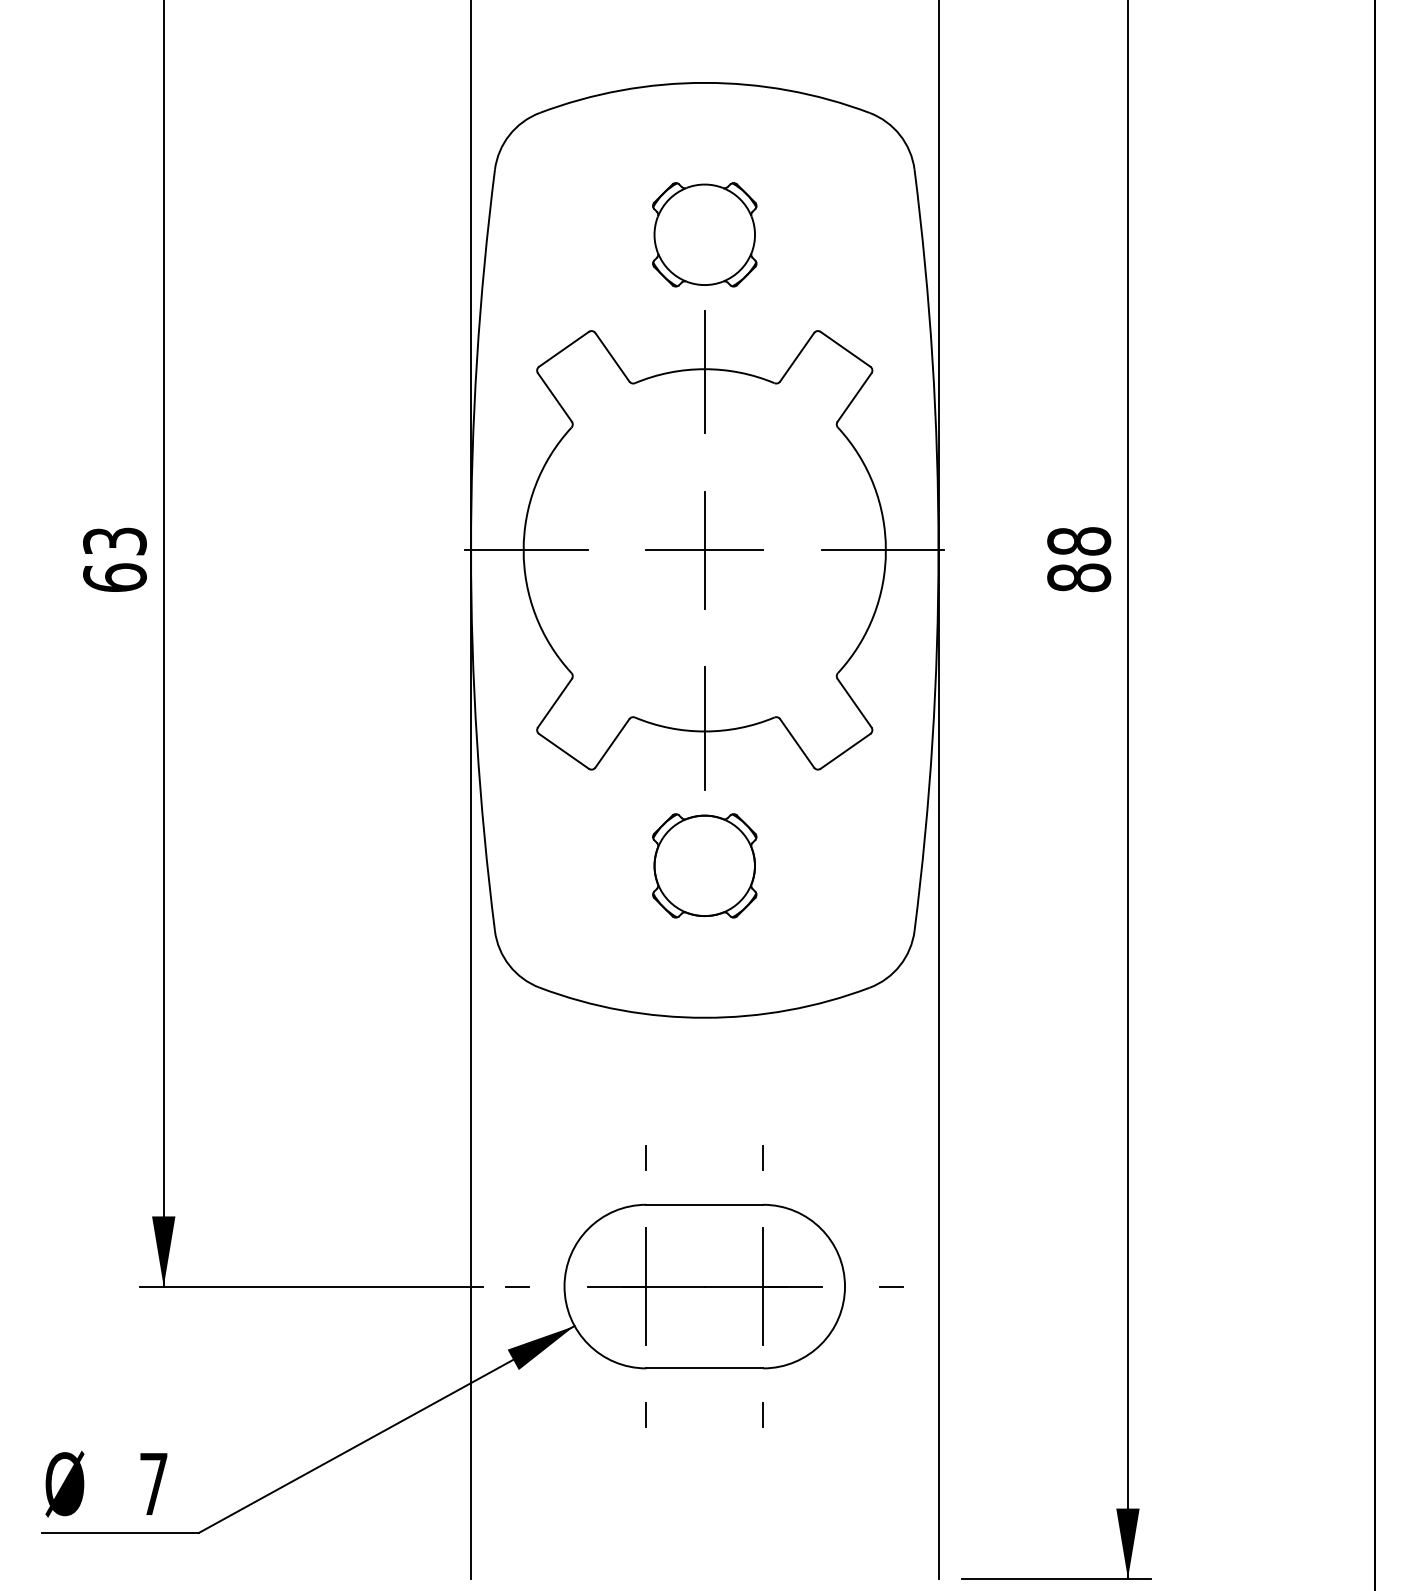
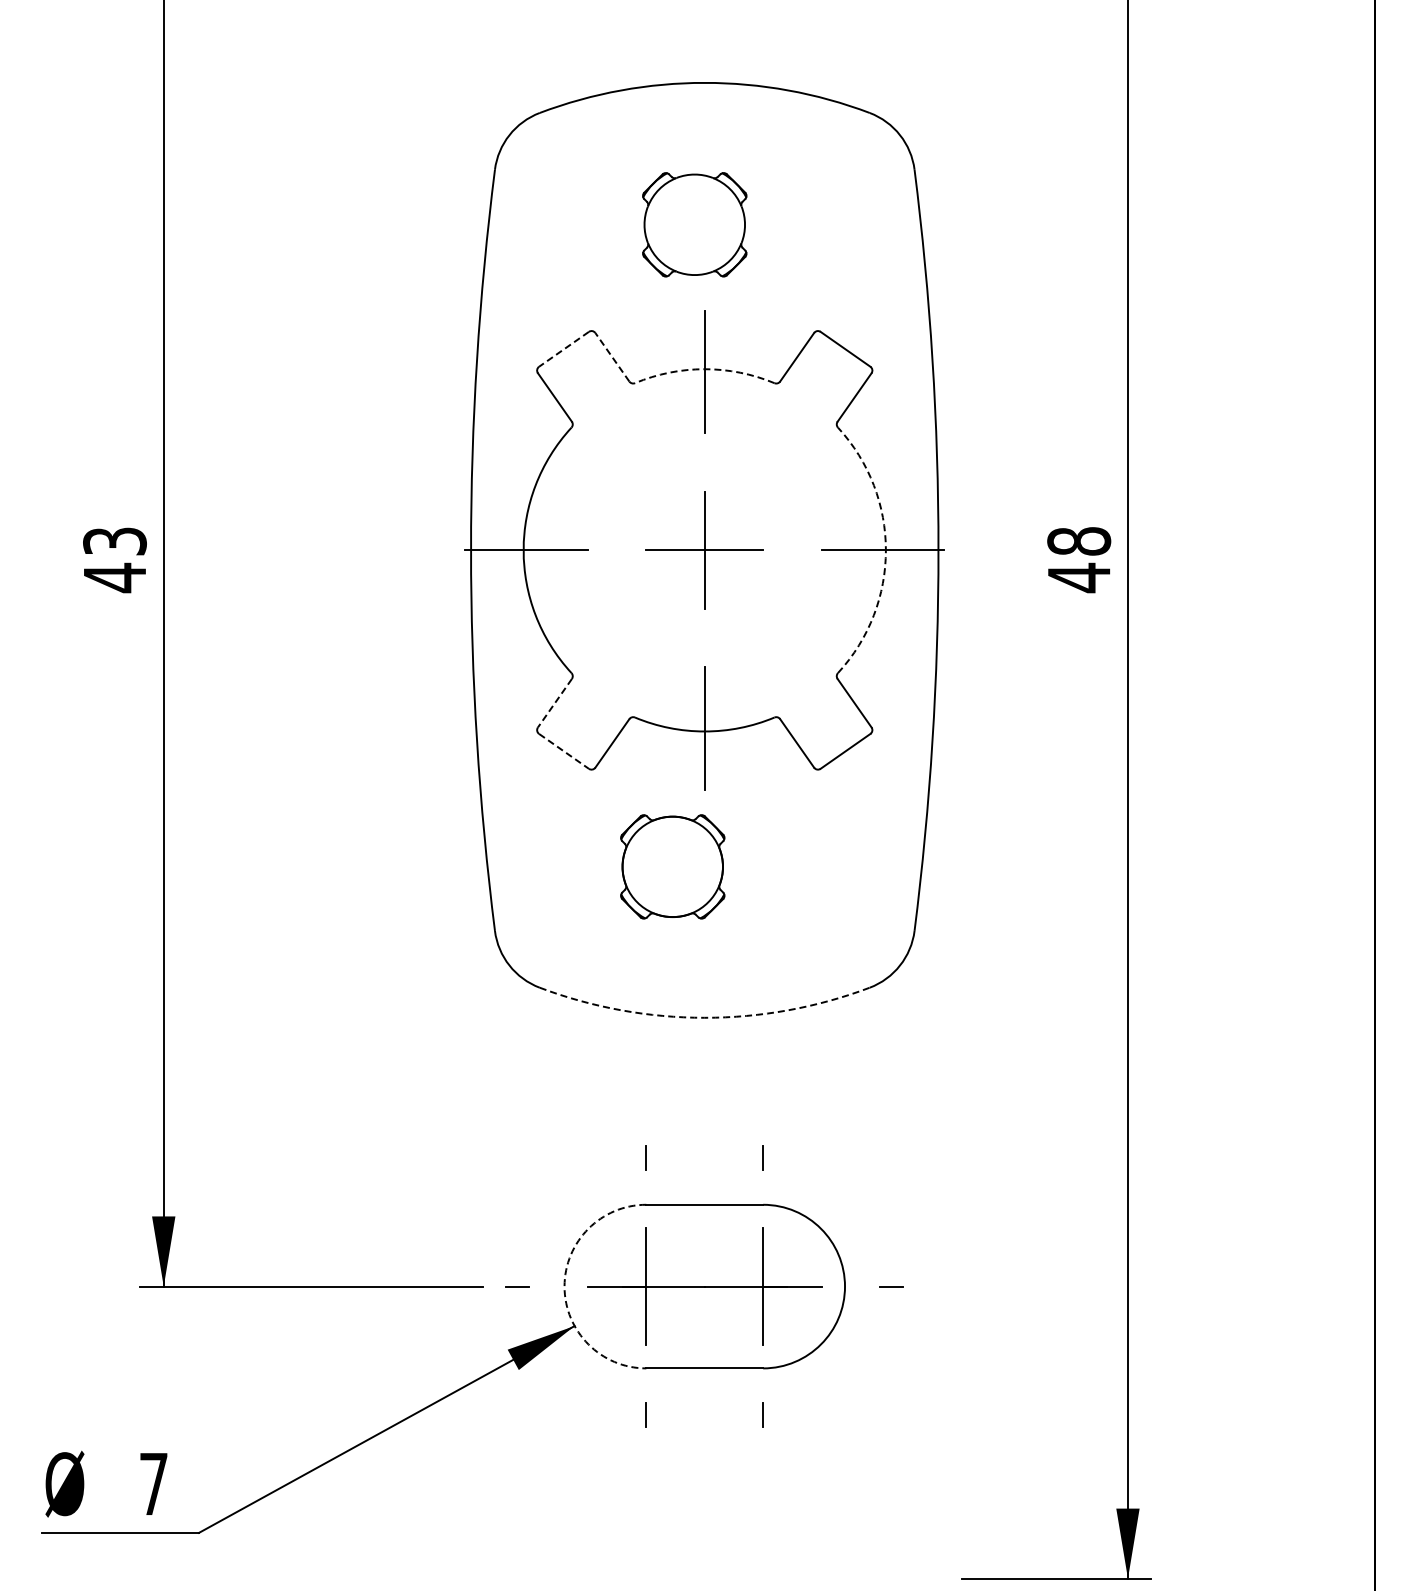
part at (704, 234) position: (704, 234) -> (694, 224)
line at (563, 349): solid -> dashed
line at (612, 357): solid -> dashed
arc at (704, 369): solid -> dashed
arc at (885, 550): solid -> dashed
text at (114, 577): 63 -> 43
text at (1079, 577): 88 -> 48
line at (554, 703): solid -> dashed
line at (564, 751): solid -> dashed
line at (471, 790): present -> none
line at (938, 790): present -> none
part at (704, 865) position: (704, 865) -> (672, 866)
arc at (704, 1017): solid -> dashed
arc at (564, 1286): solid -> dashed
